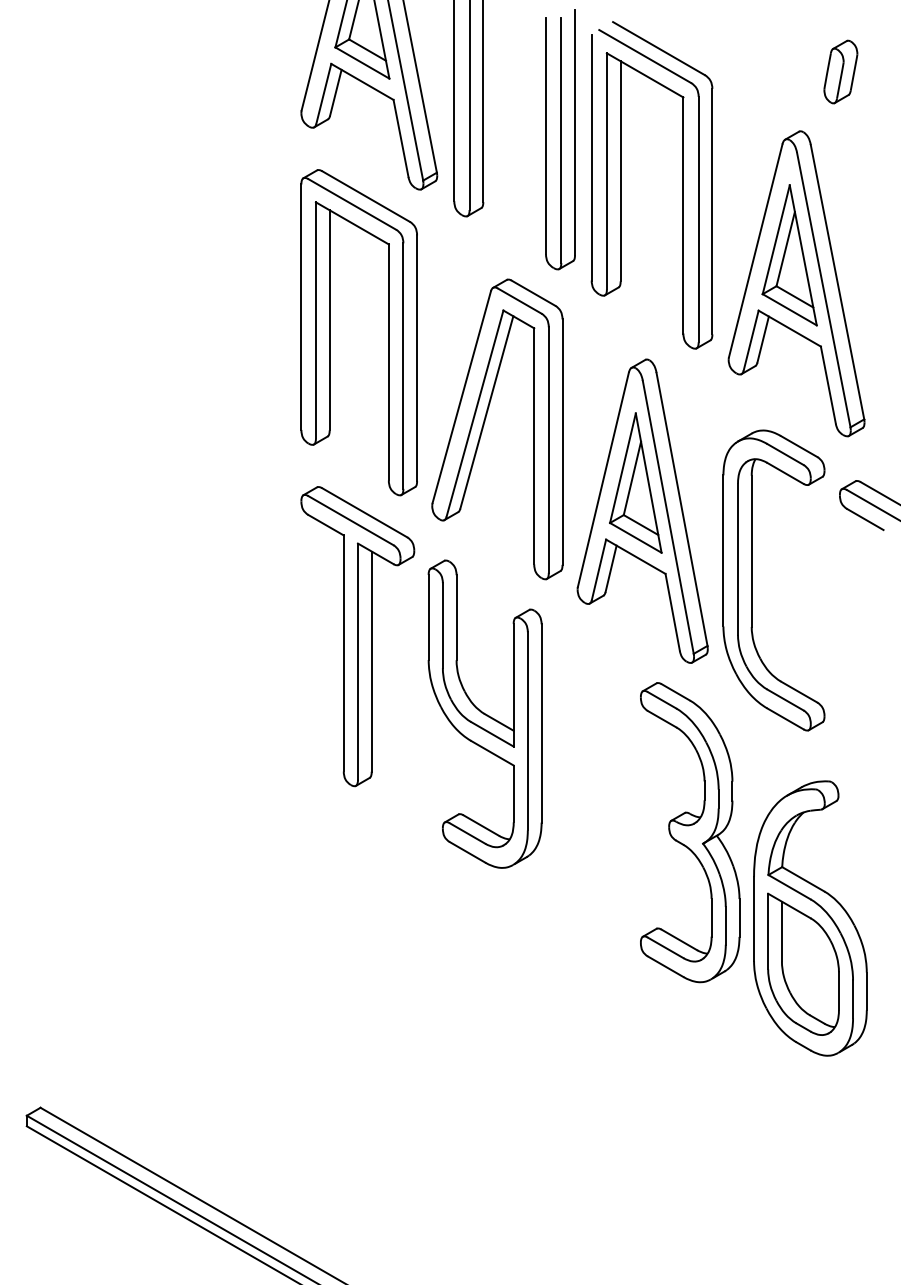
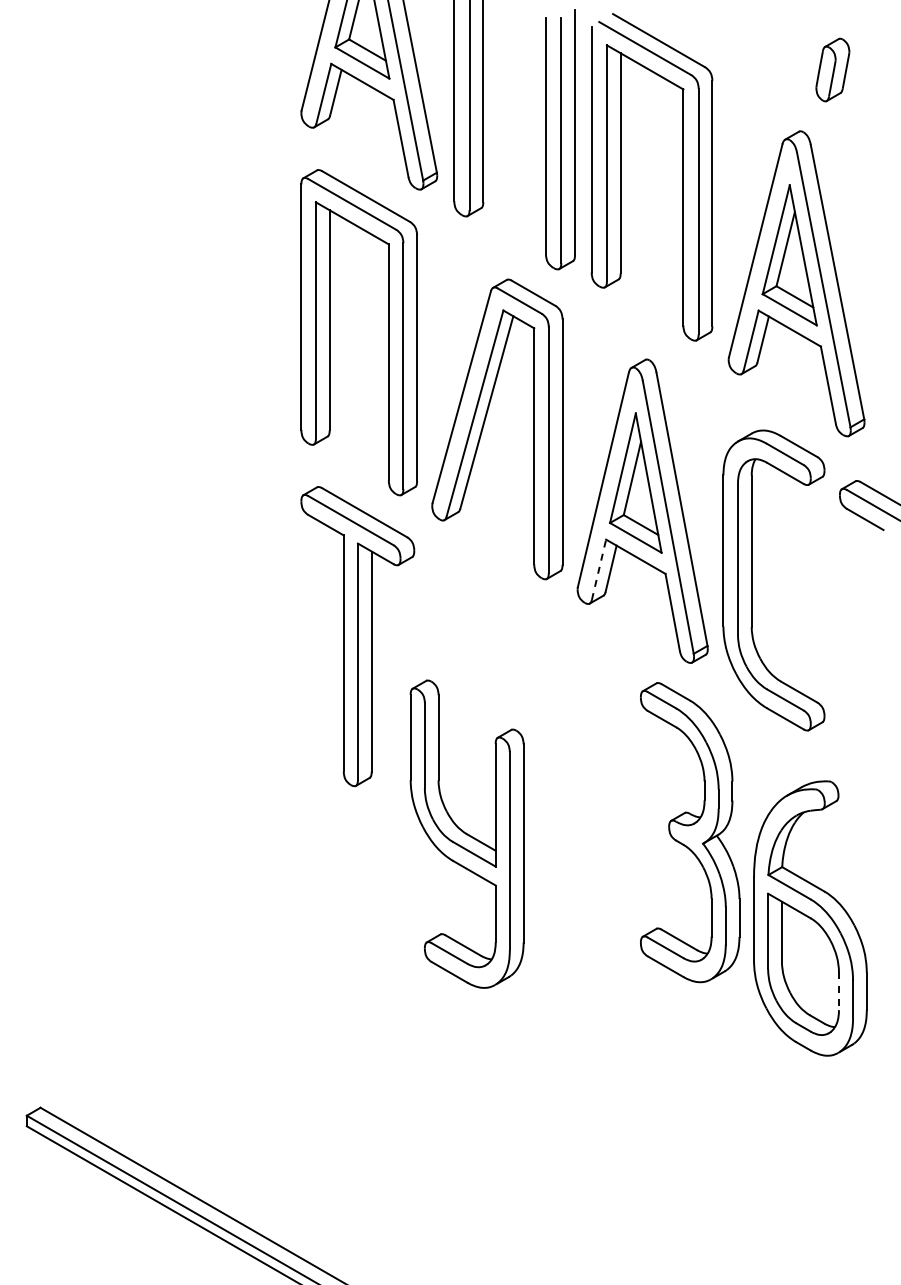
part at (840, 71) position: (840, 71) -> (832, 69)
part at (621, 185) position: (621, 185) -> (621, 177)
line at (599, 569): solid -> dashed
part at (484, 713) position: (484, 713) -> (466, 833)
line at (838, 991): solid -> dashed
